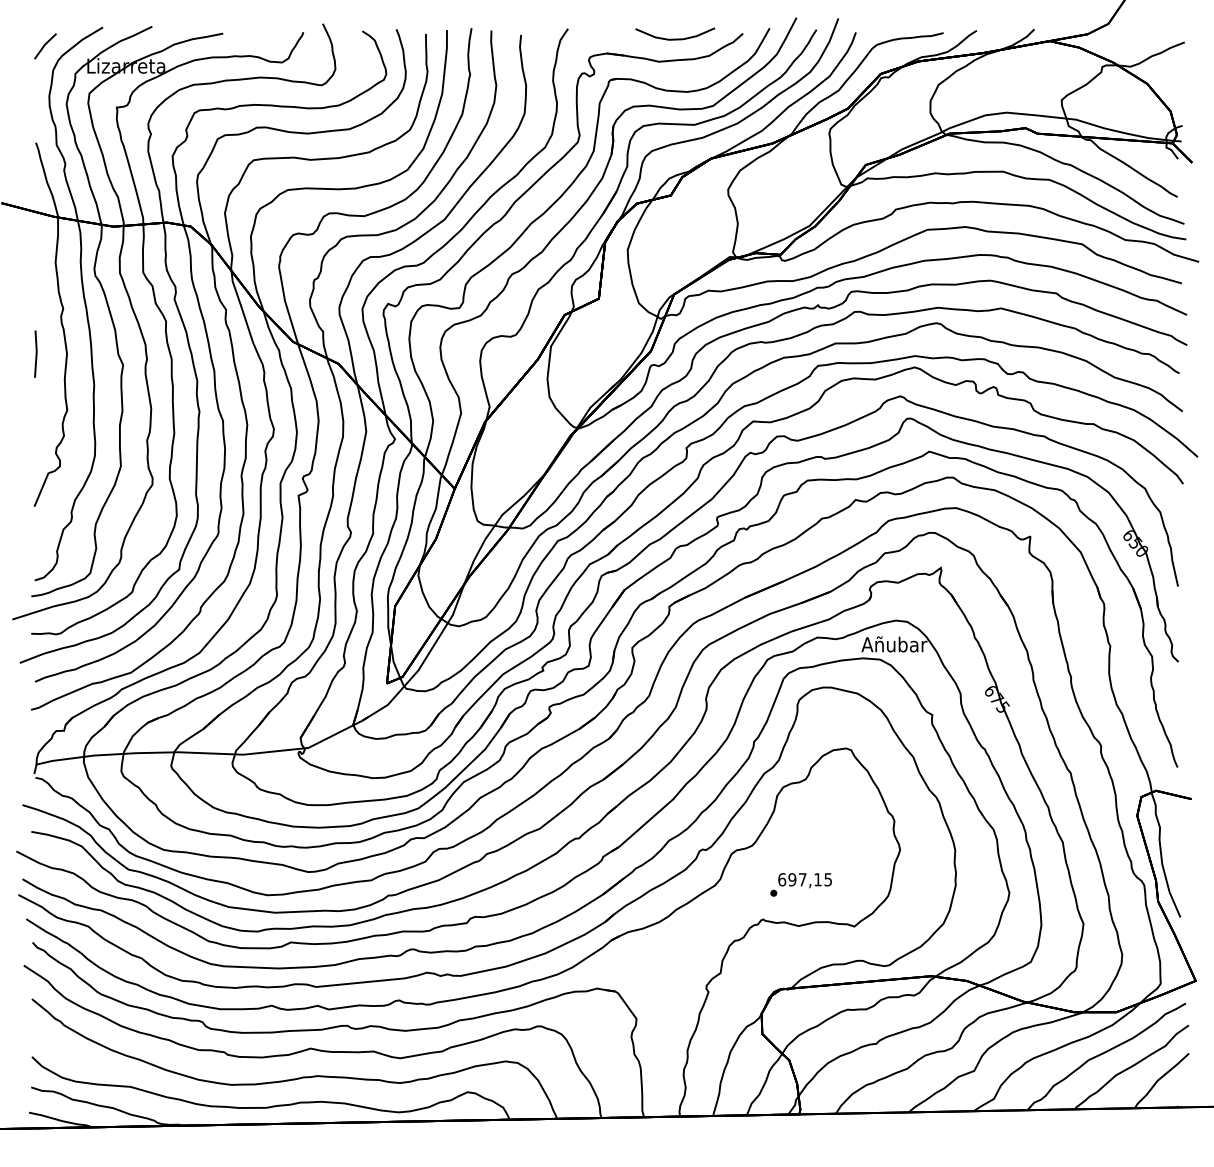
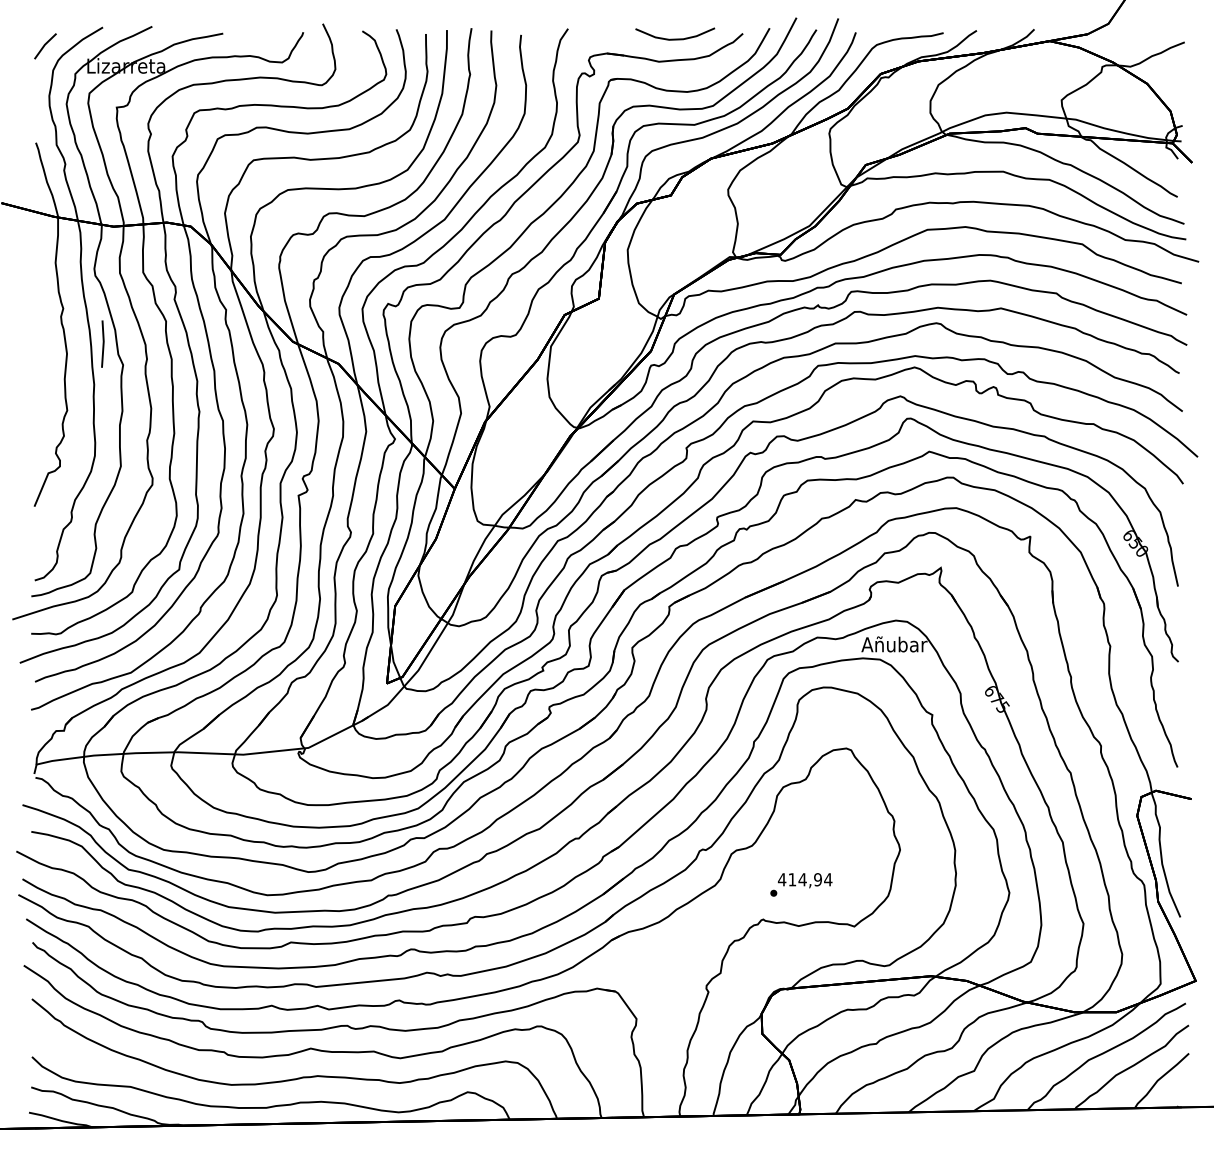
line at (35, 353) position: (35, 353) -> (102, 343)
text at (804, 879): 697,15 -> 414,94
